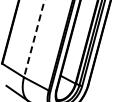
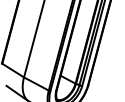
line at (34, 39): dashed -> solid
